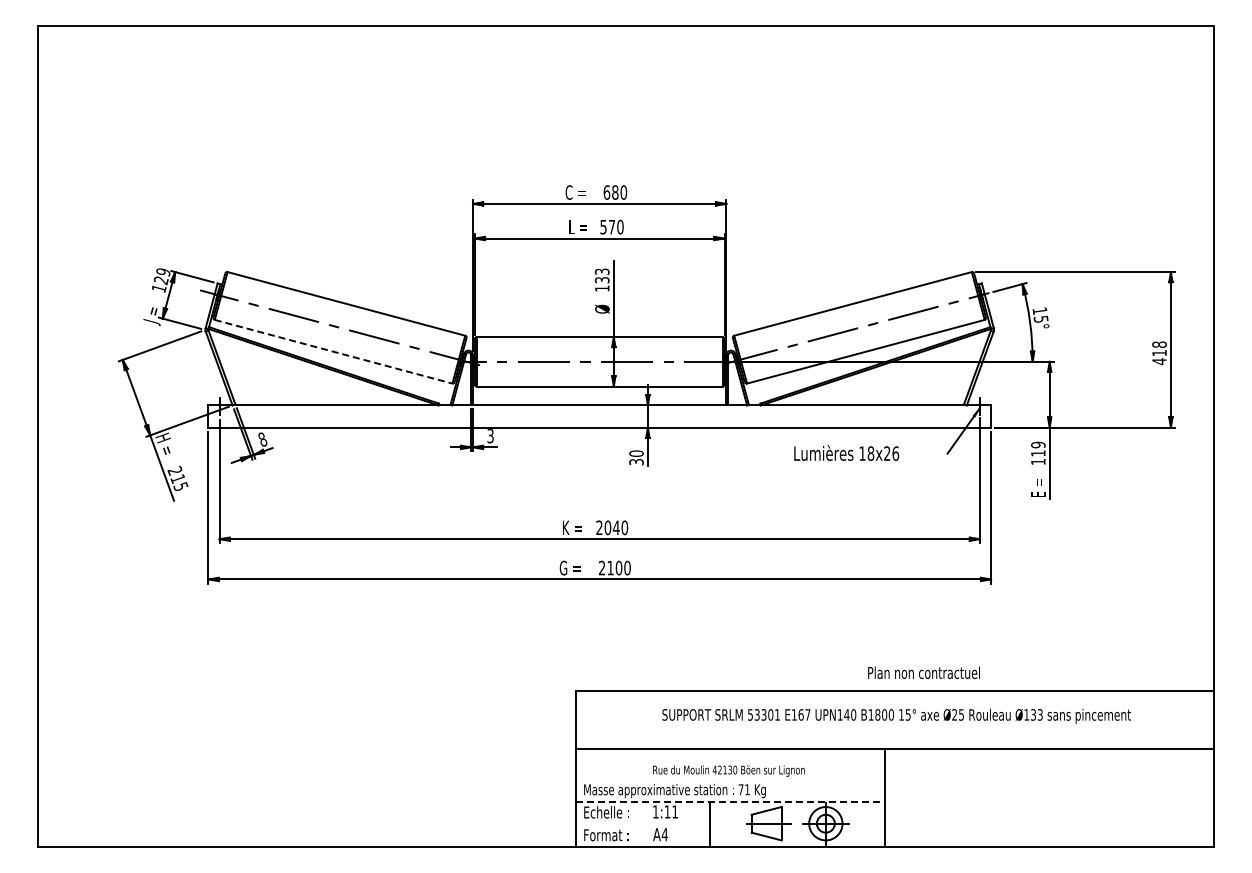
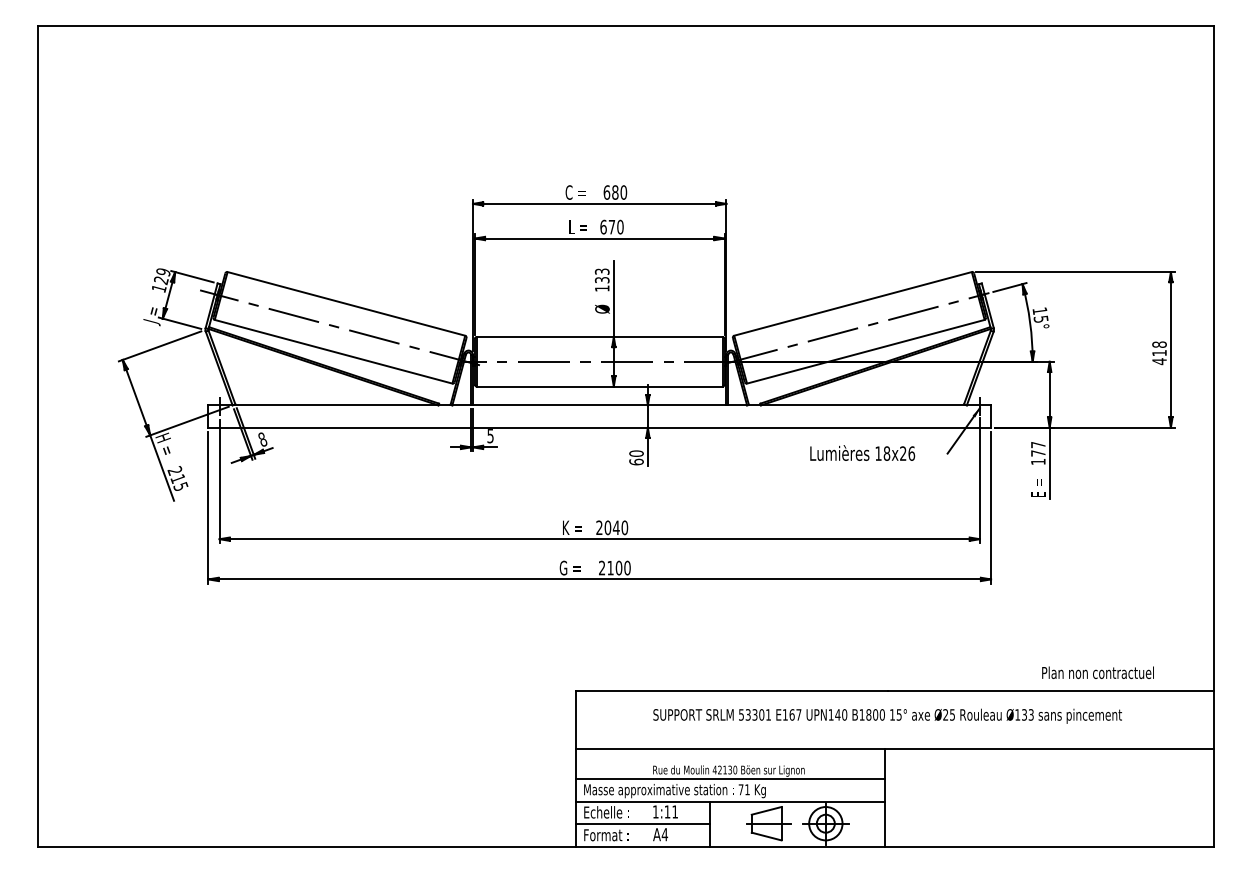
text at (603, 226): 570 -> 670
line at (333, 351): dashed -> solid
text at (490, 435): 3 -> 5
text at (1038, 448): 119 -> 177
text at (846, 452) position: (846, 452) -> (862, 452)
text at (636, 461): 30 -> 60
text at (923, 672) position: (923, 672) -> (1097, 672)
text at (896, 715) position: (896, 715) -> (887, 715)
line at (730, 779): none -> present
line at (731, 801): dashed -> solid
line at (643, 824): none -> present
